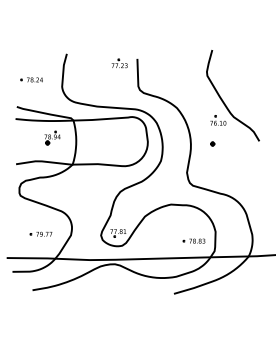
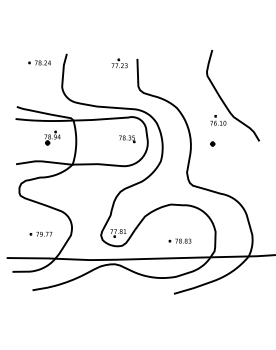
part at (31, 79) position: (31, 79) -> (39, 62)
part at (127, 139): none -> present
part at (193, 240) position: (193, 240) -> (179, 240)
